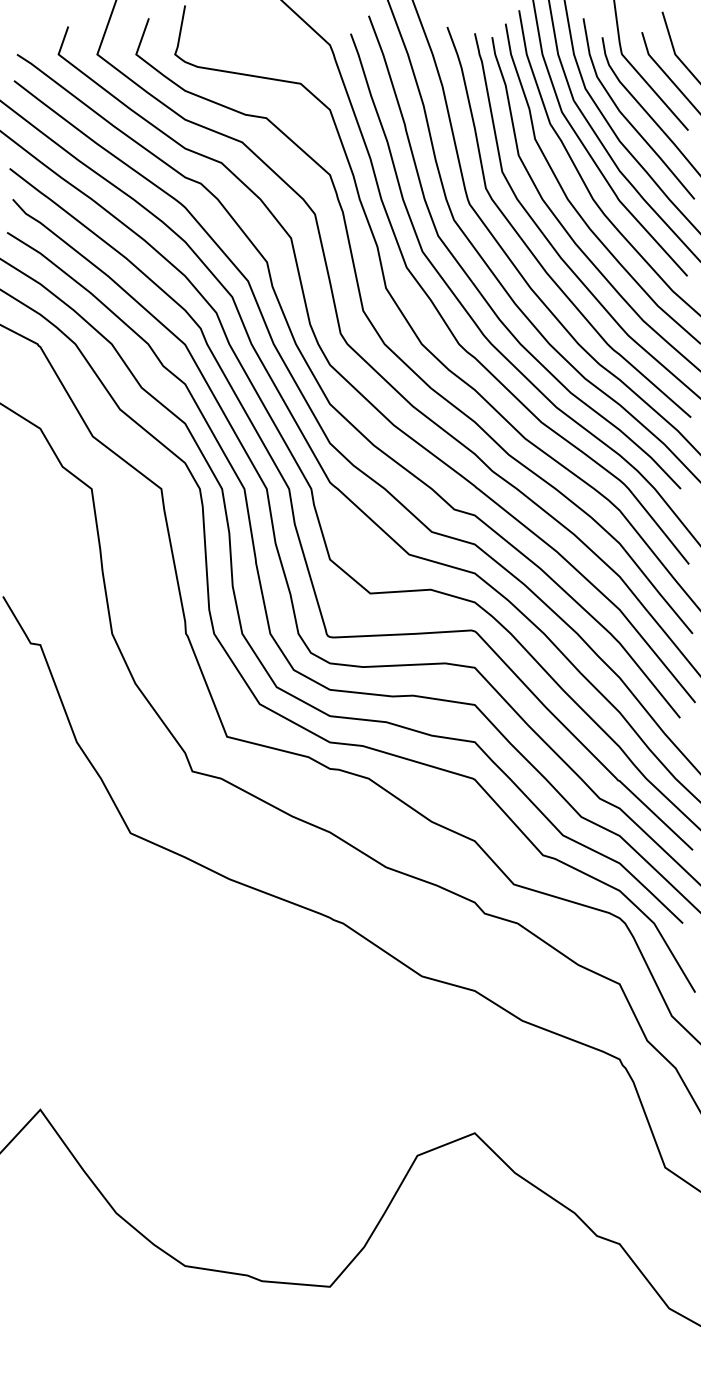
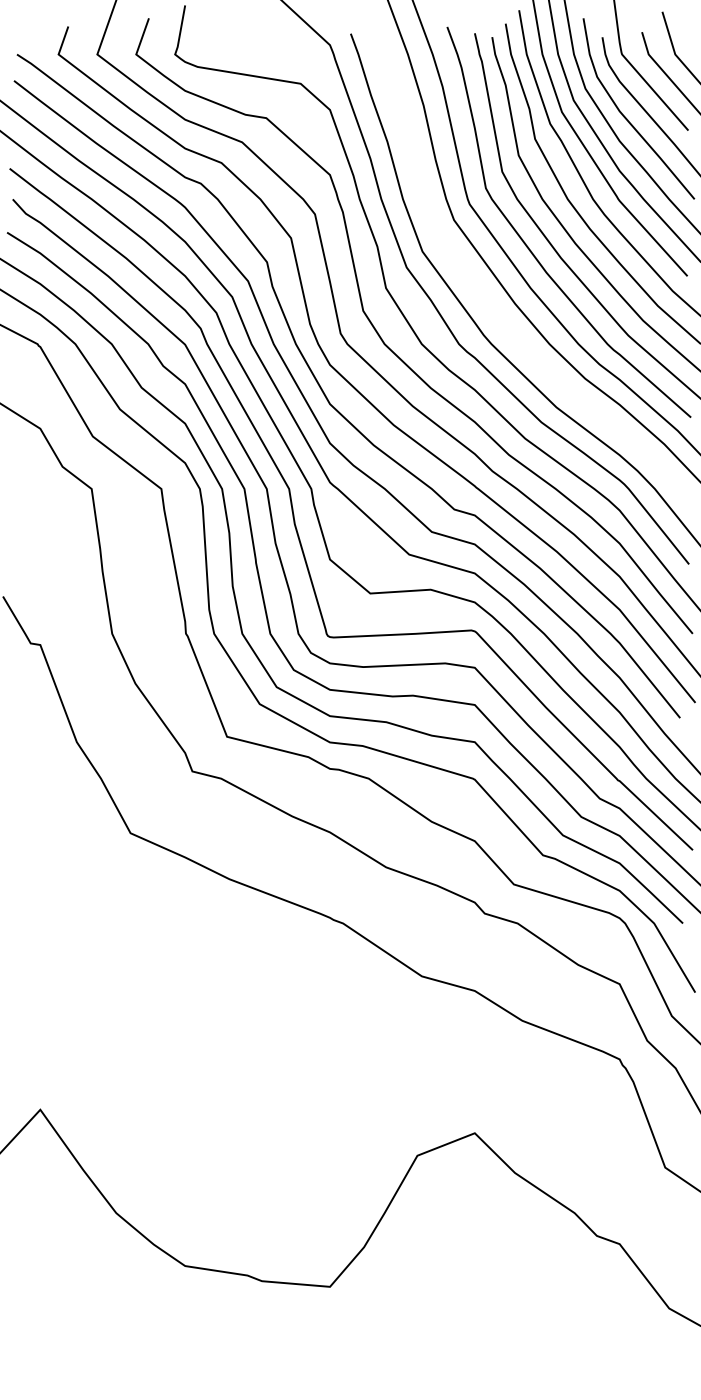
curve at (478, 288): present -> none
